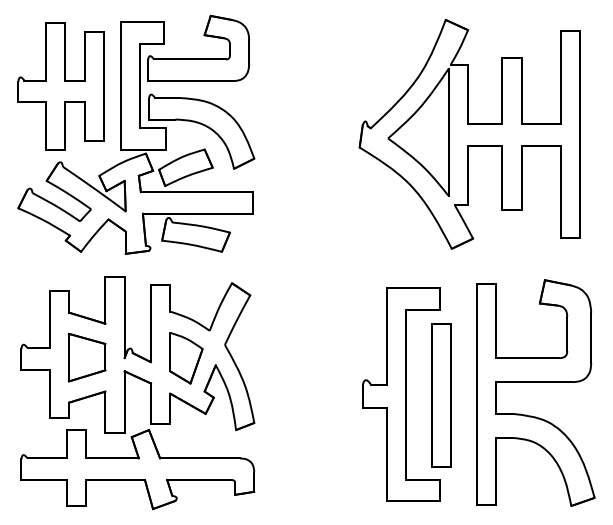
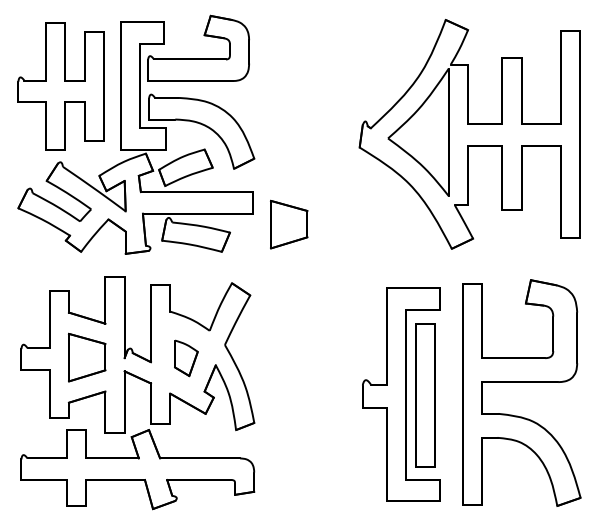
part at (289, 224): none -> present
part at (186, 358) size: 35x53 px -> 25x39 px
part at (535, 382) position: (535, 382) -> (521, 382)
part at (441, 395) position: (441, 395) -> (425, 395)
